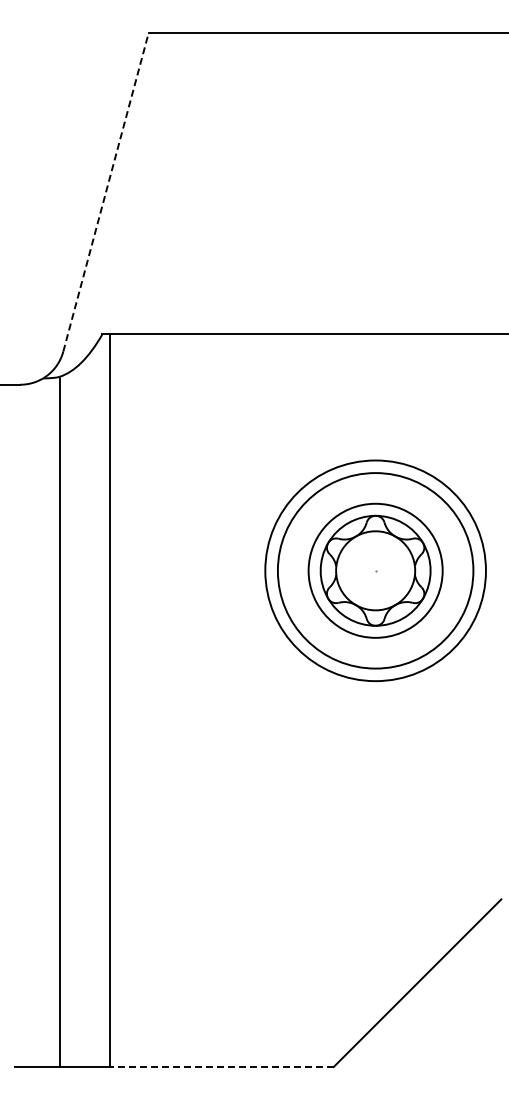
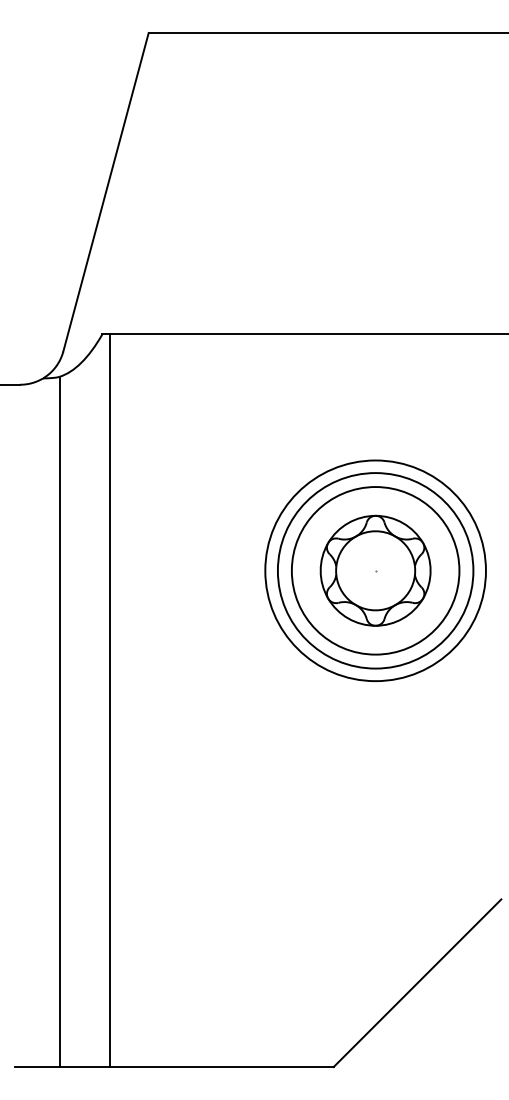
line at (106, 192): dashed -> solid
circle at (375, 570) diameter: 134 px -> 168 px
line at (221, 1067): dashed -> solid
